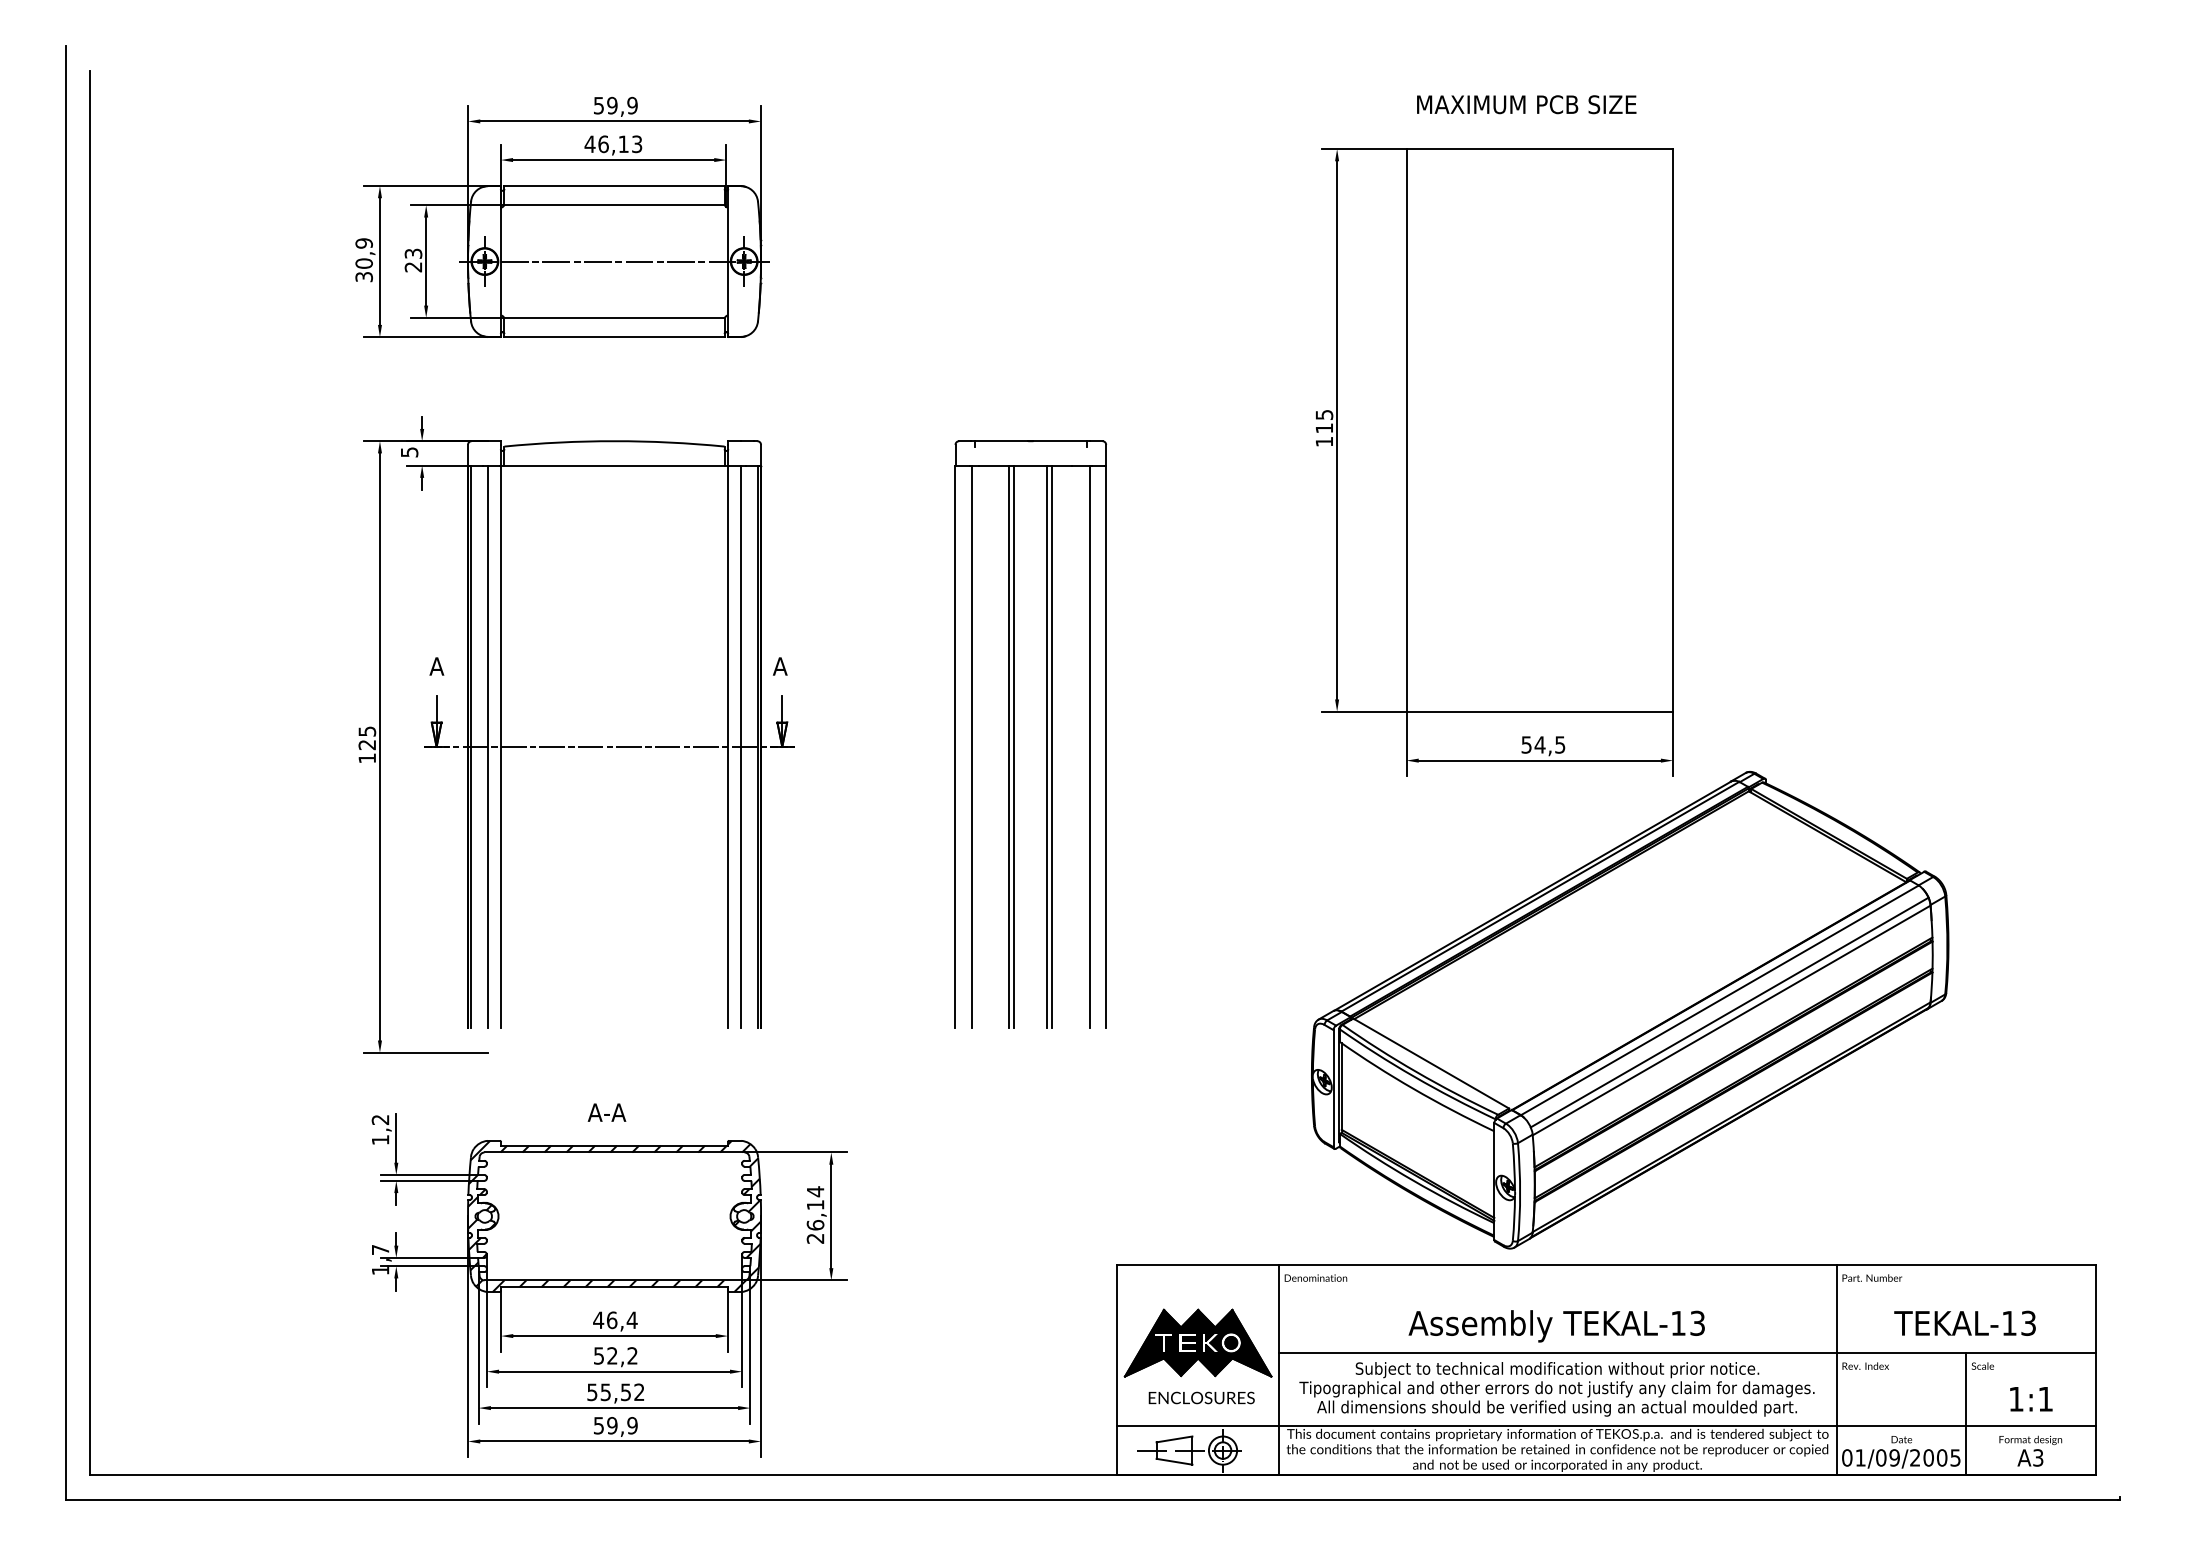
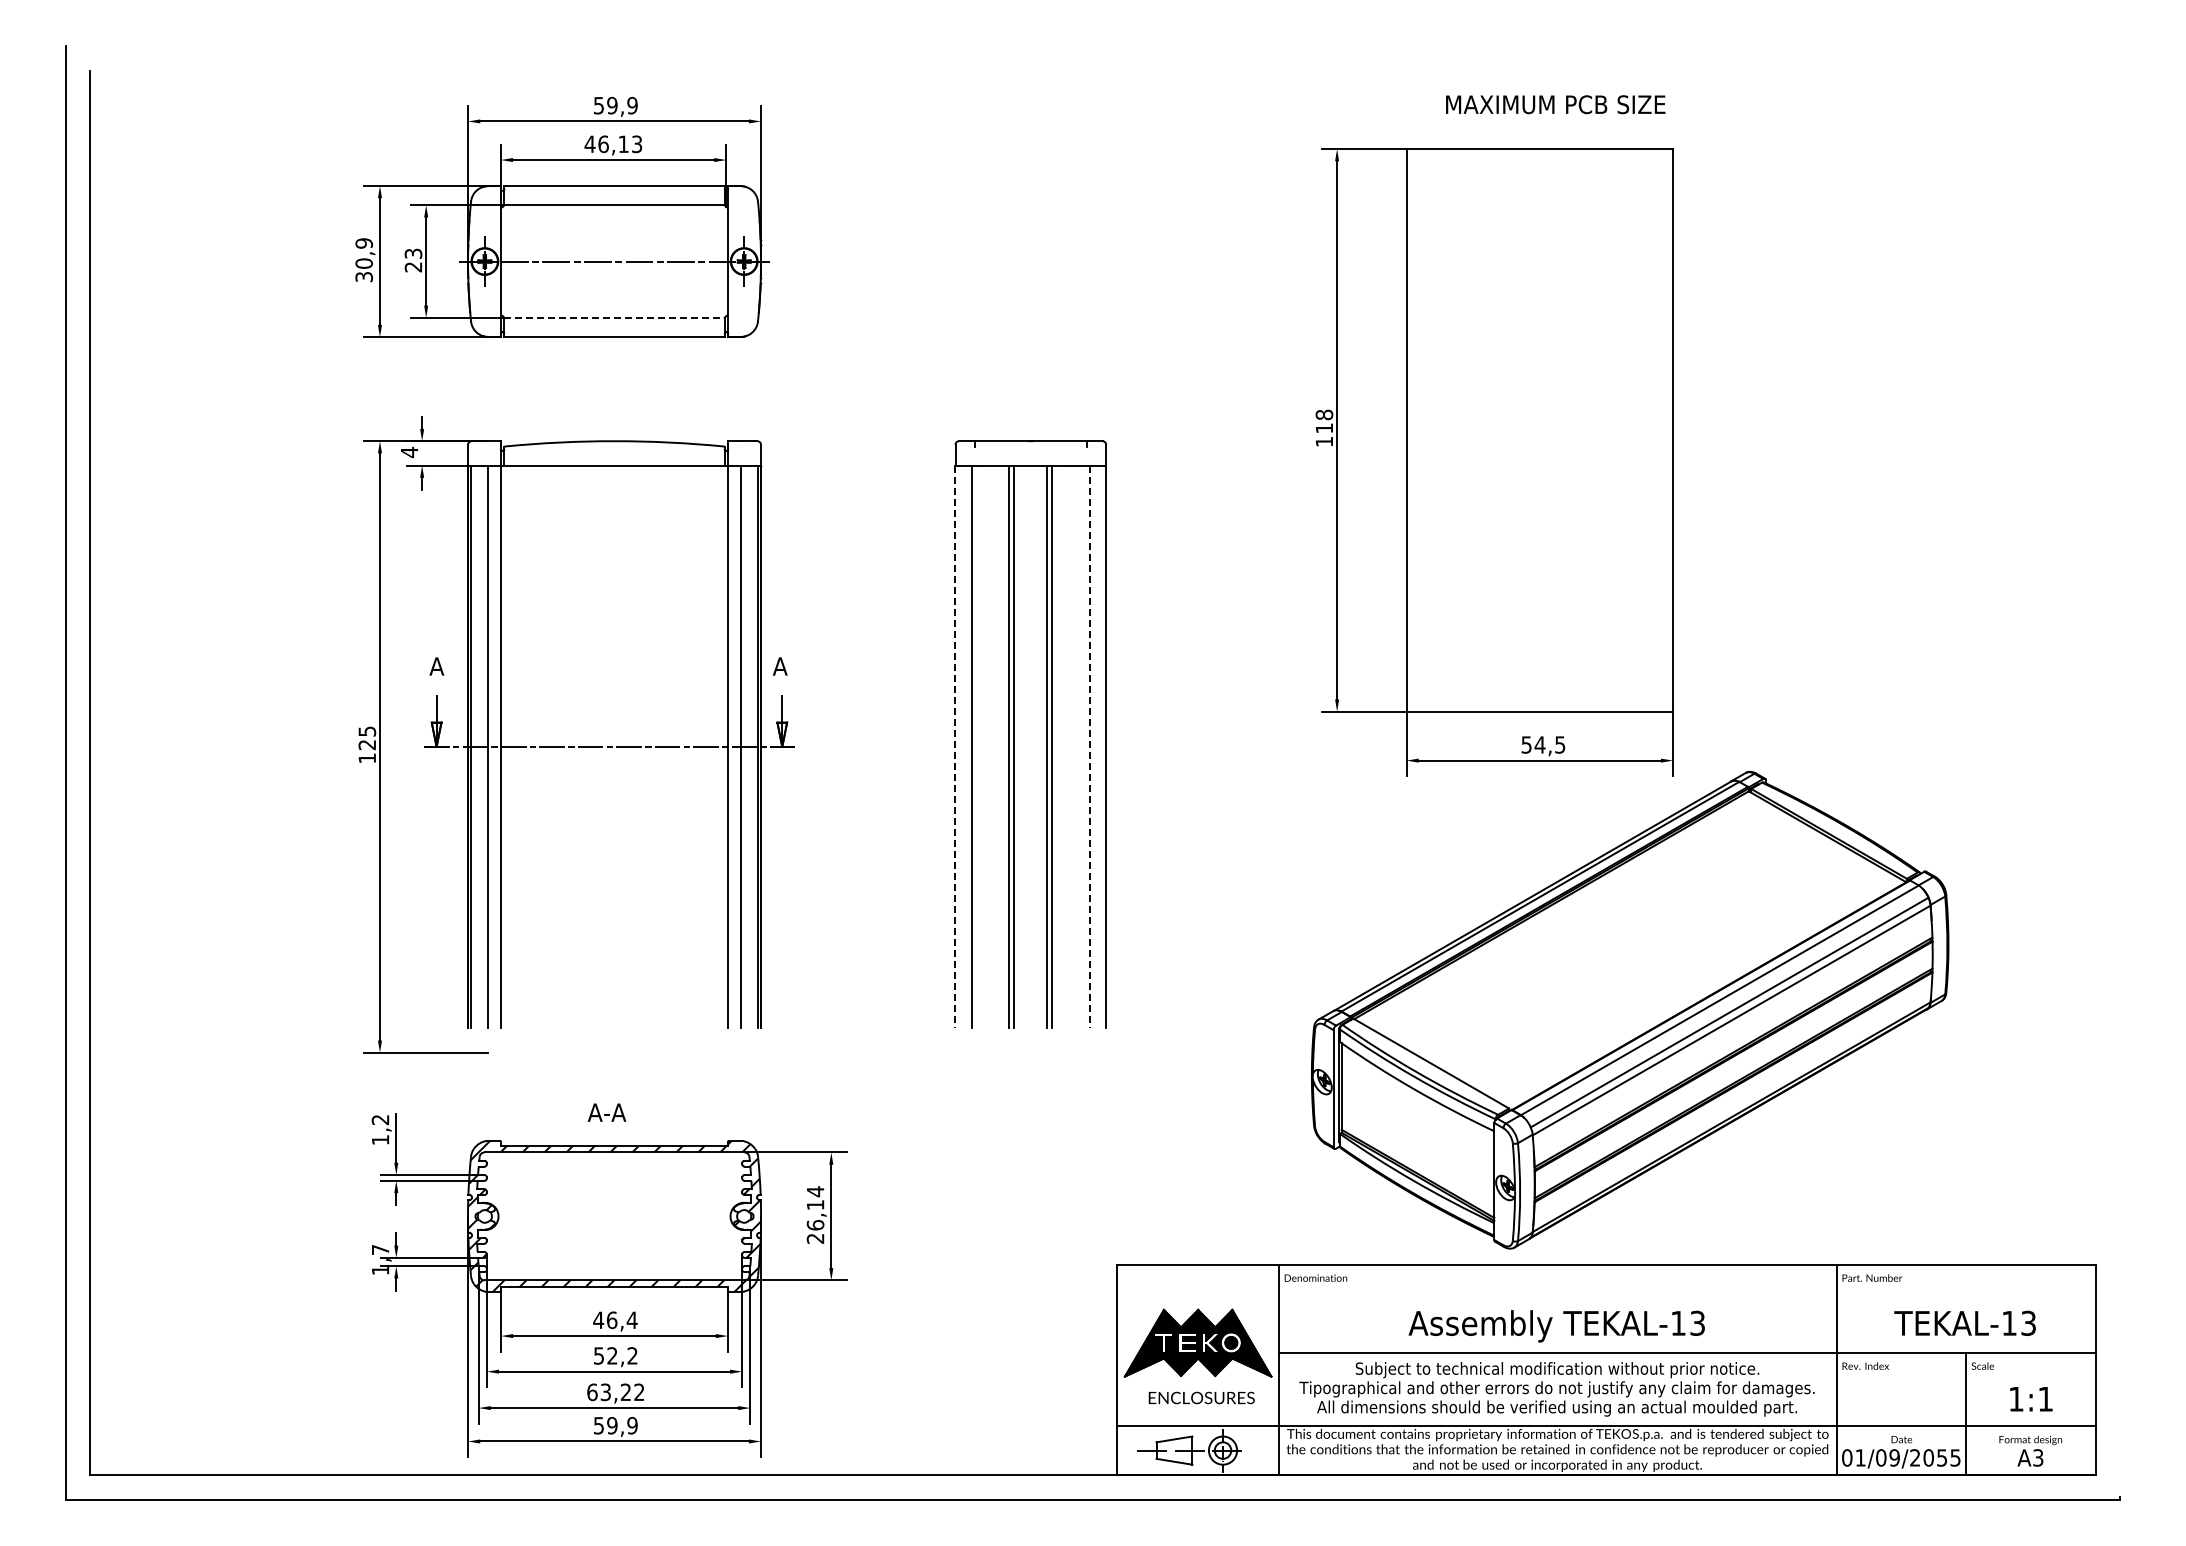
text at (1526, 104) position: (1526, 104) -> (1555, 104)
line at (615, 317): solid -> dashed
text at (1324, 414): 115 -> 118
text at (409, 451): 5 -> 4
line at (955, 747): solid -> dashed
line at (1090, 747): solid -> dashed
text at (608, 1392): 55,52 -> 63,22
text at (1942, 1457): 01/09/2005 -> 01/09/2055
